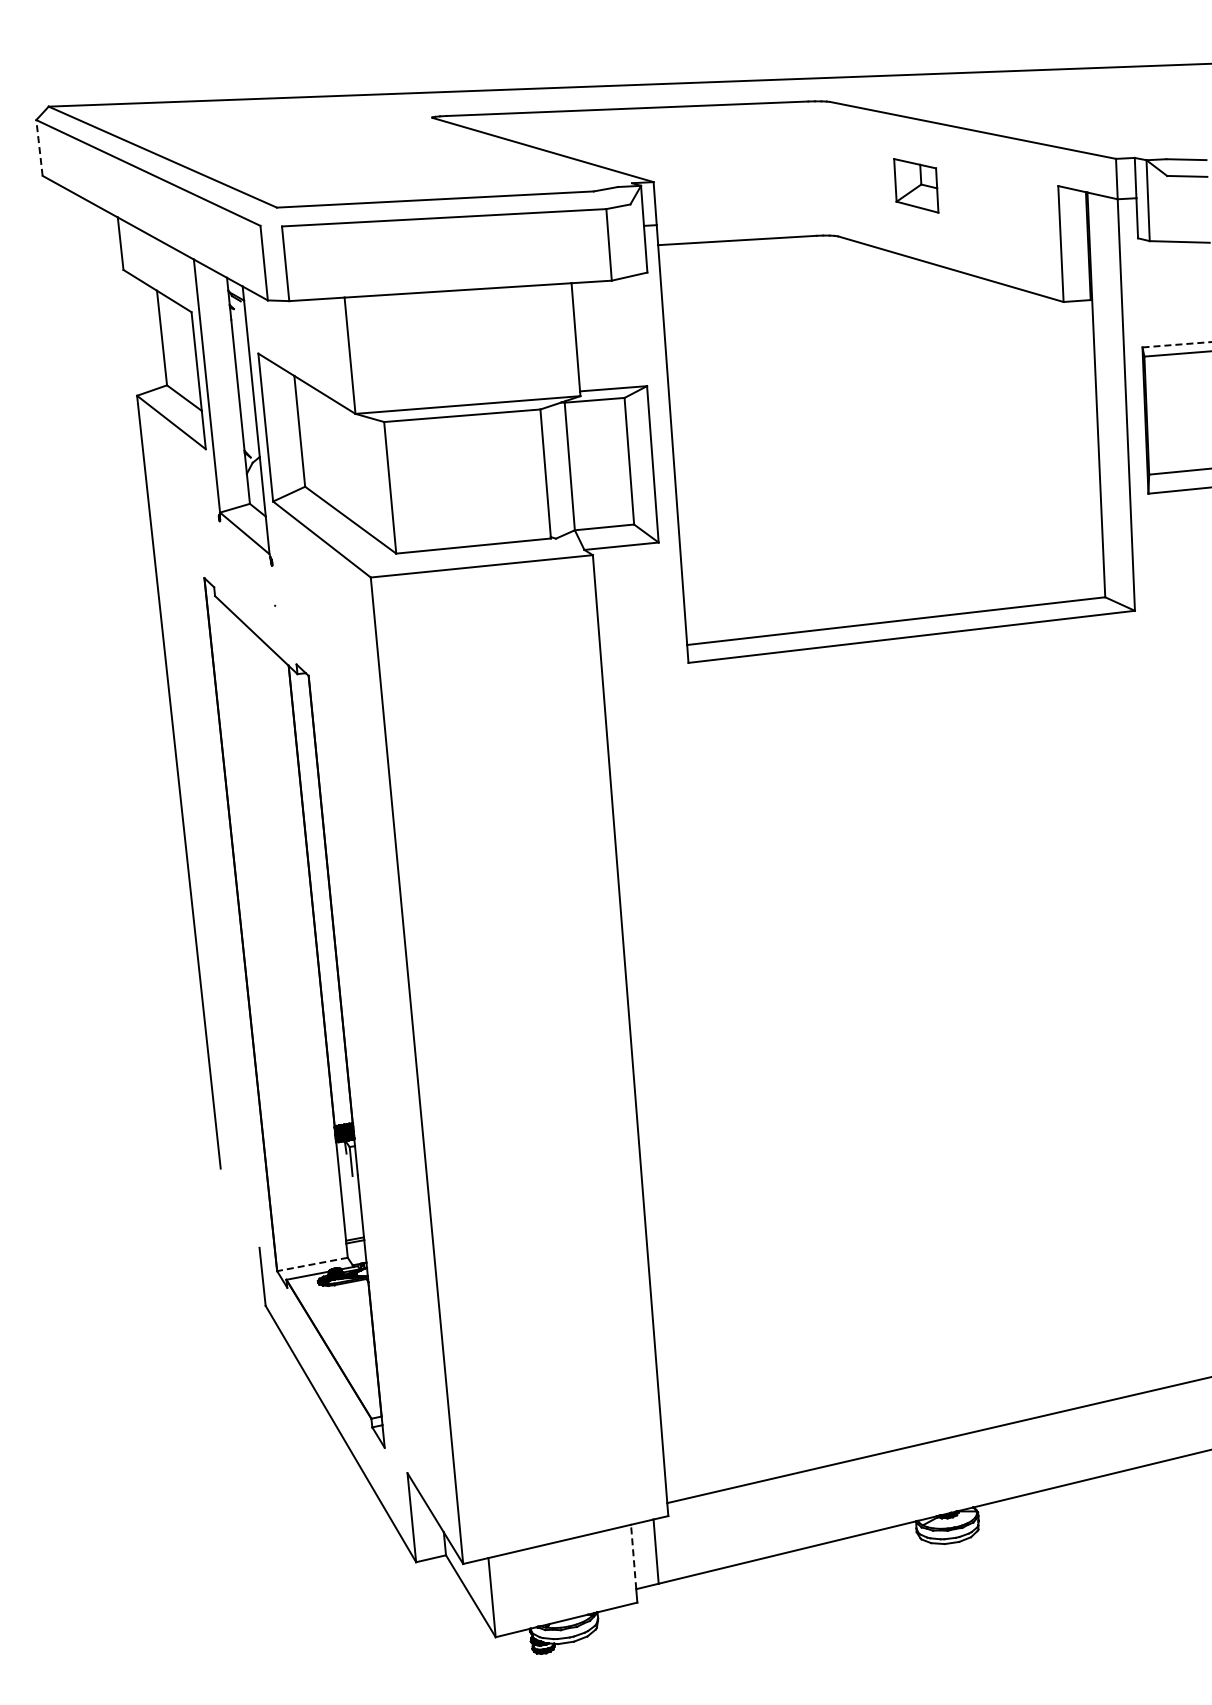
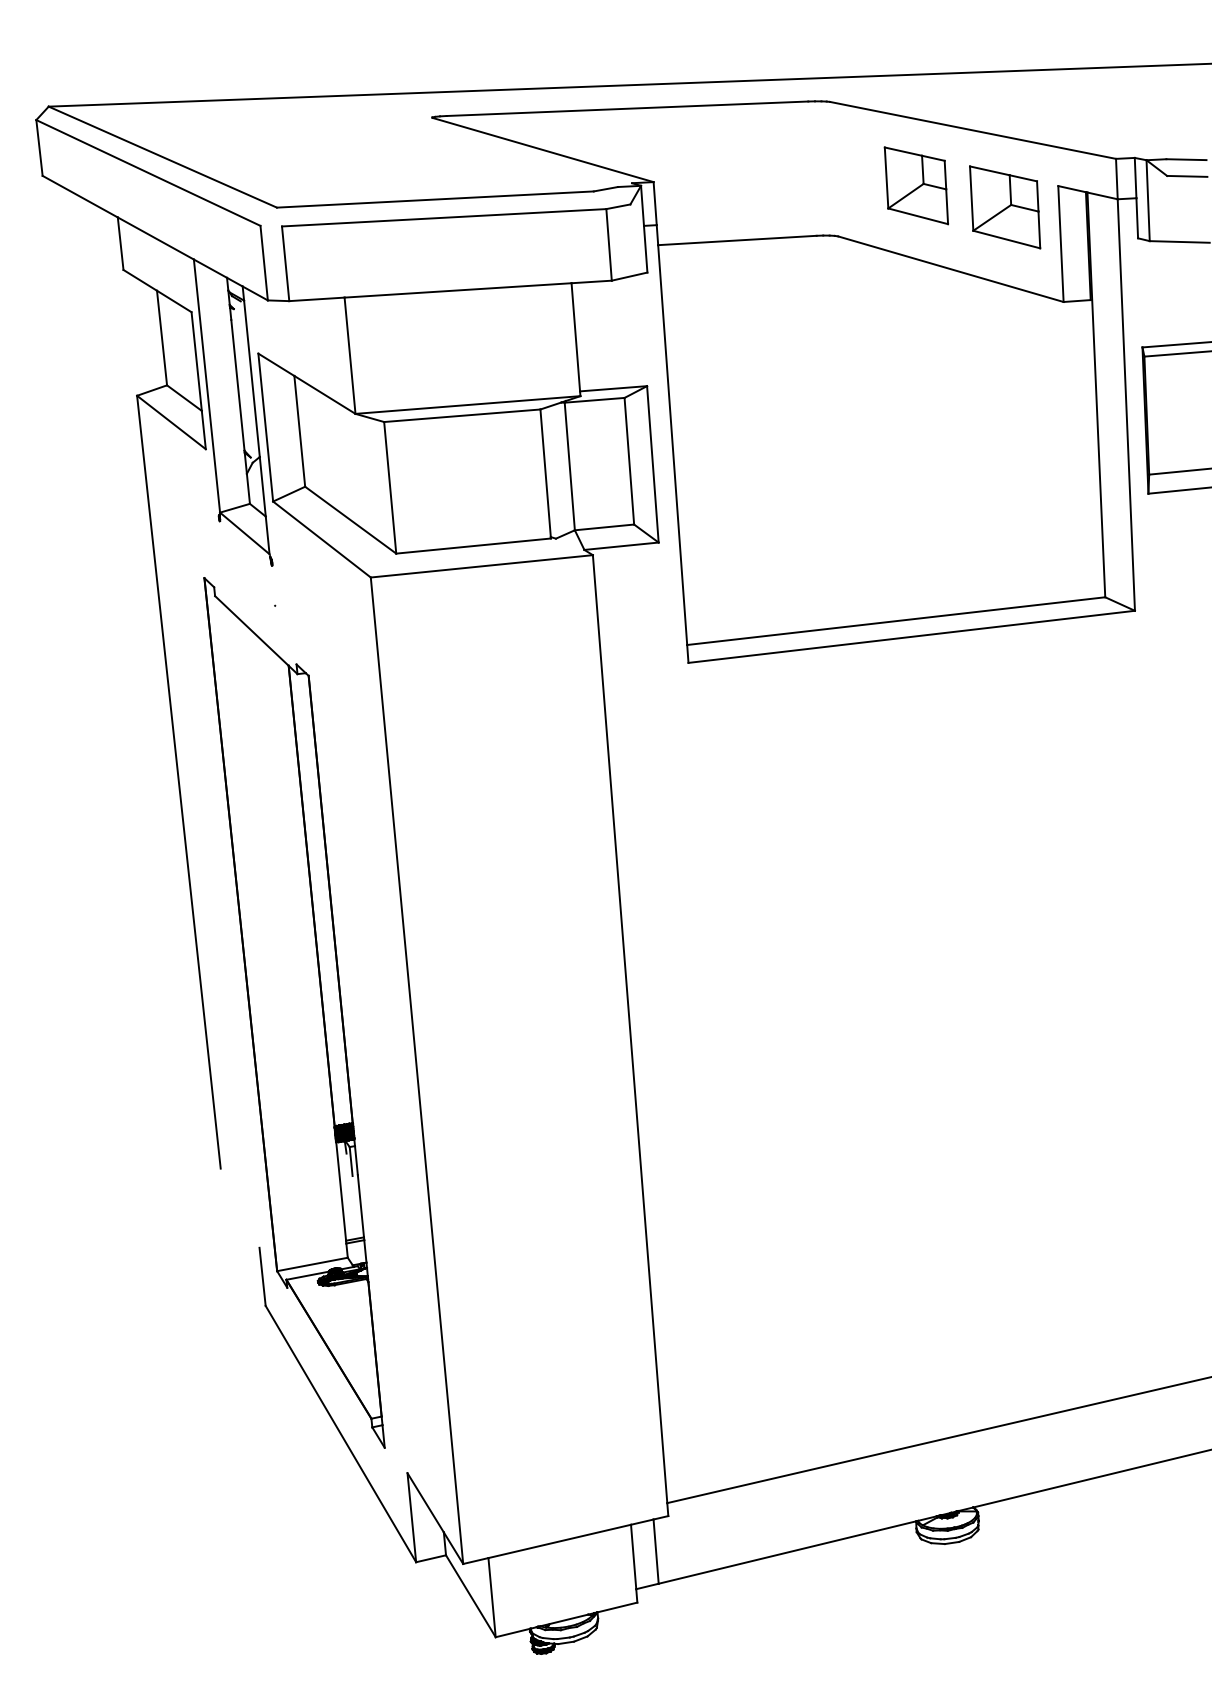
line at (39, 147): dashed -> solid
part at (916, 185) size: 47x56 px -> 66x80 px
part at (1005, 207): none -> present
line at (1177, 344): dashed -> solid
line at (312, 1264): dashed -> solid
line at (633, 1556): dashed -> solid
